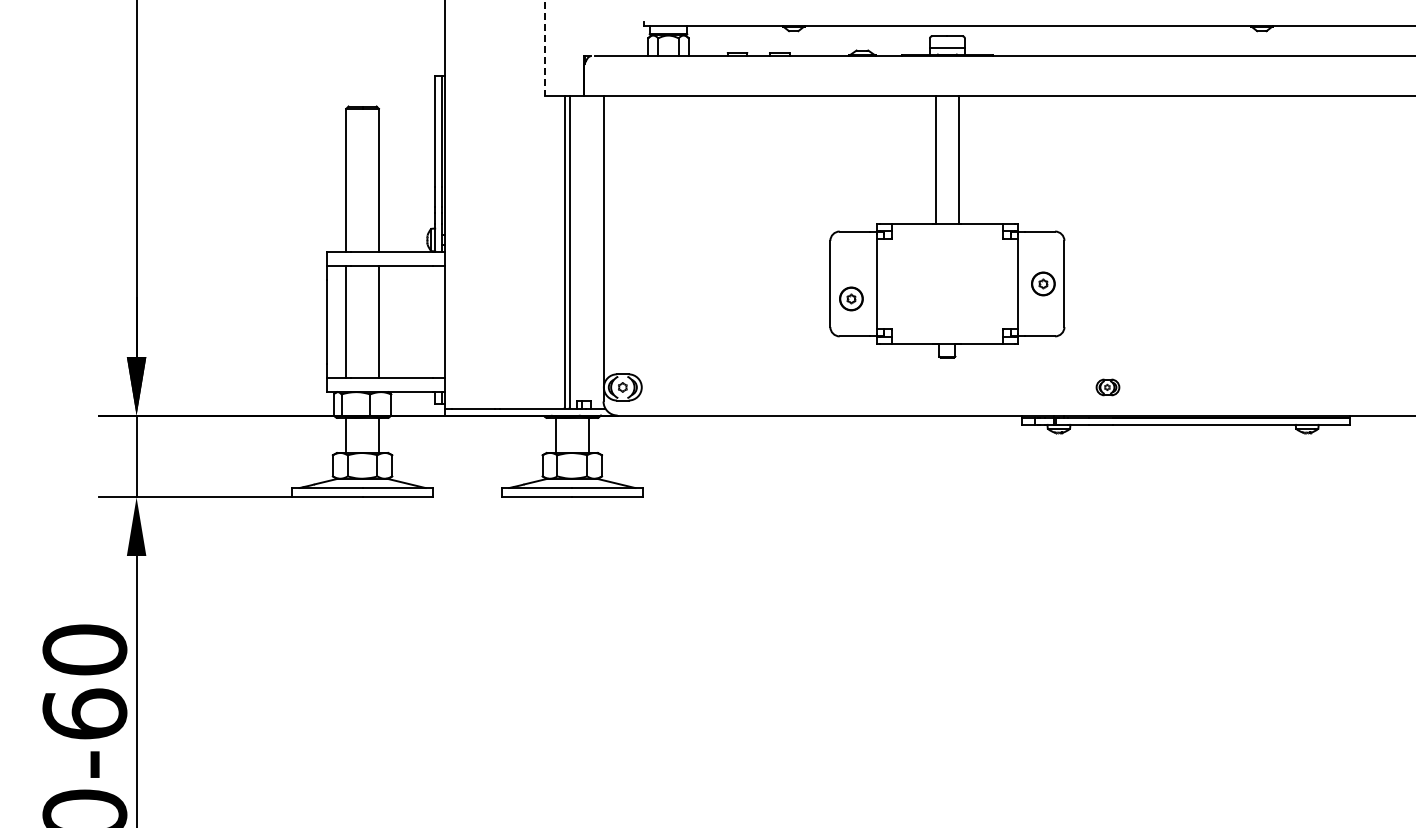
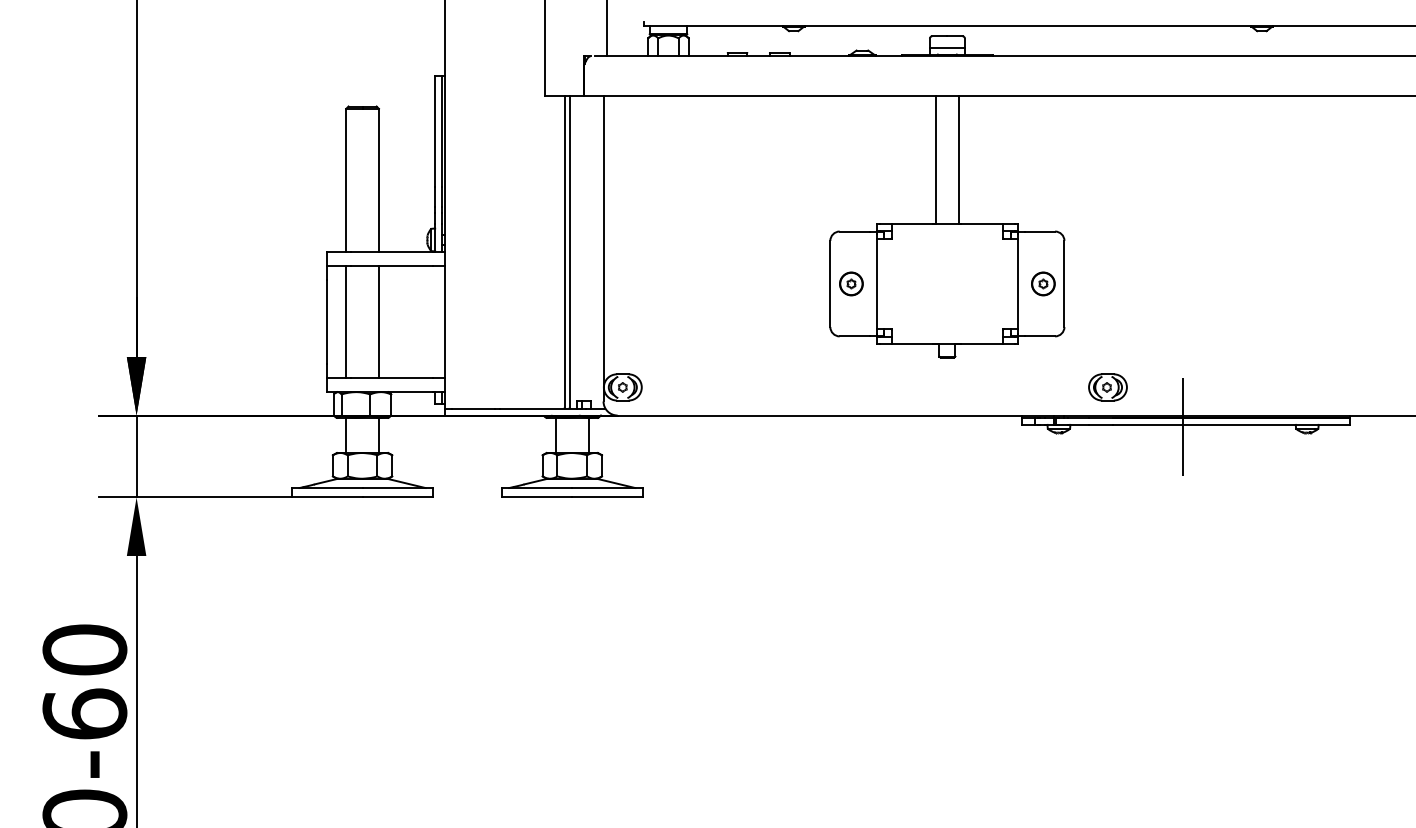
line at (606, 29): none -> present
line at (545, 48): dashed -> solid
part at (851, 298) position: (851, 298) -> (851, 283)
part at (1107, 387) size: 26x19 px -> 40x29 px
line at (1183, 426): none -> present
